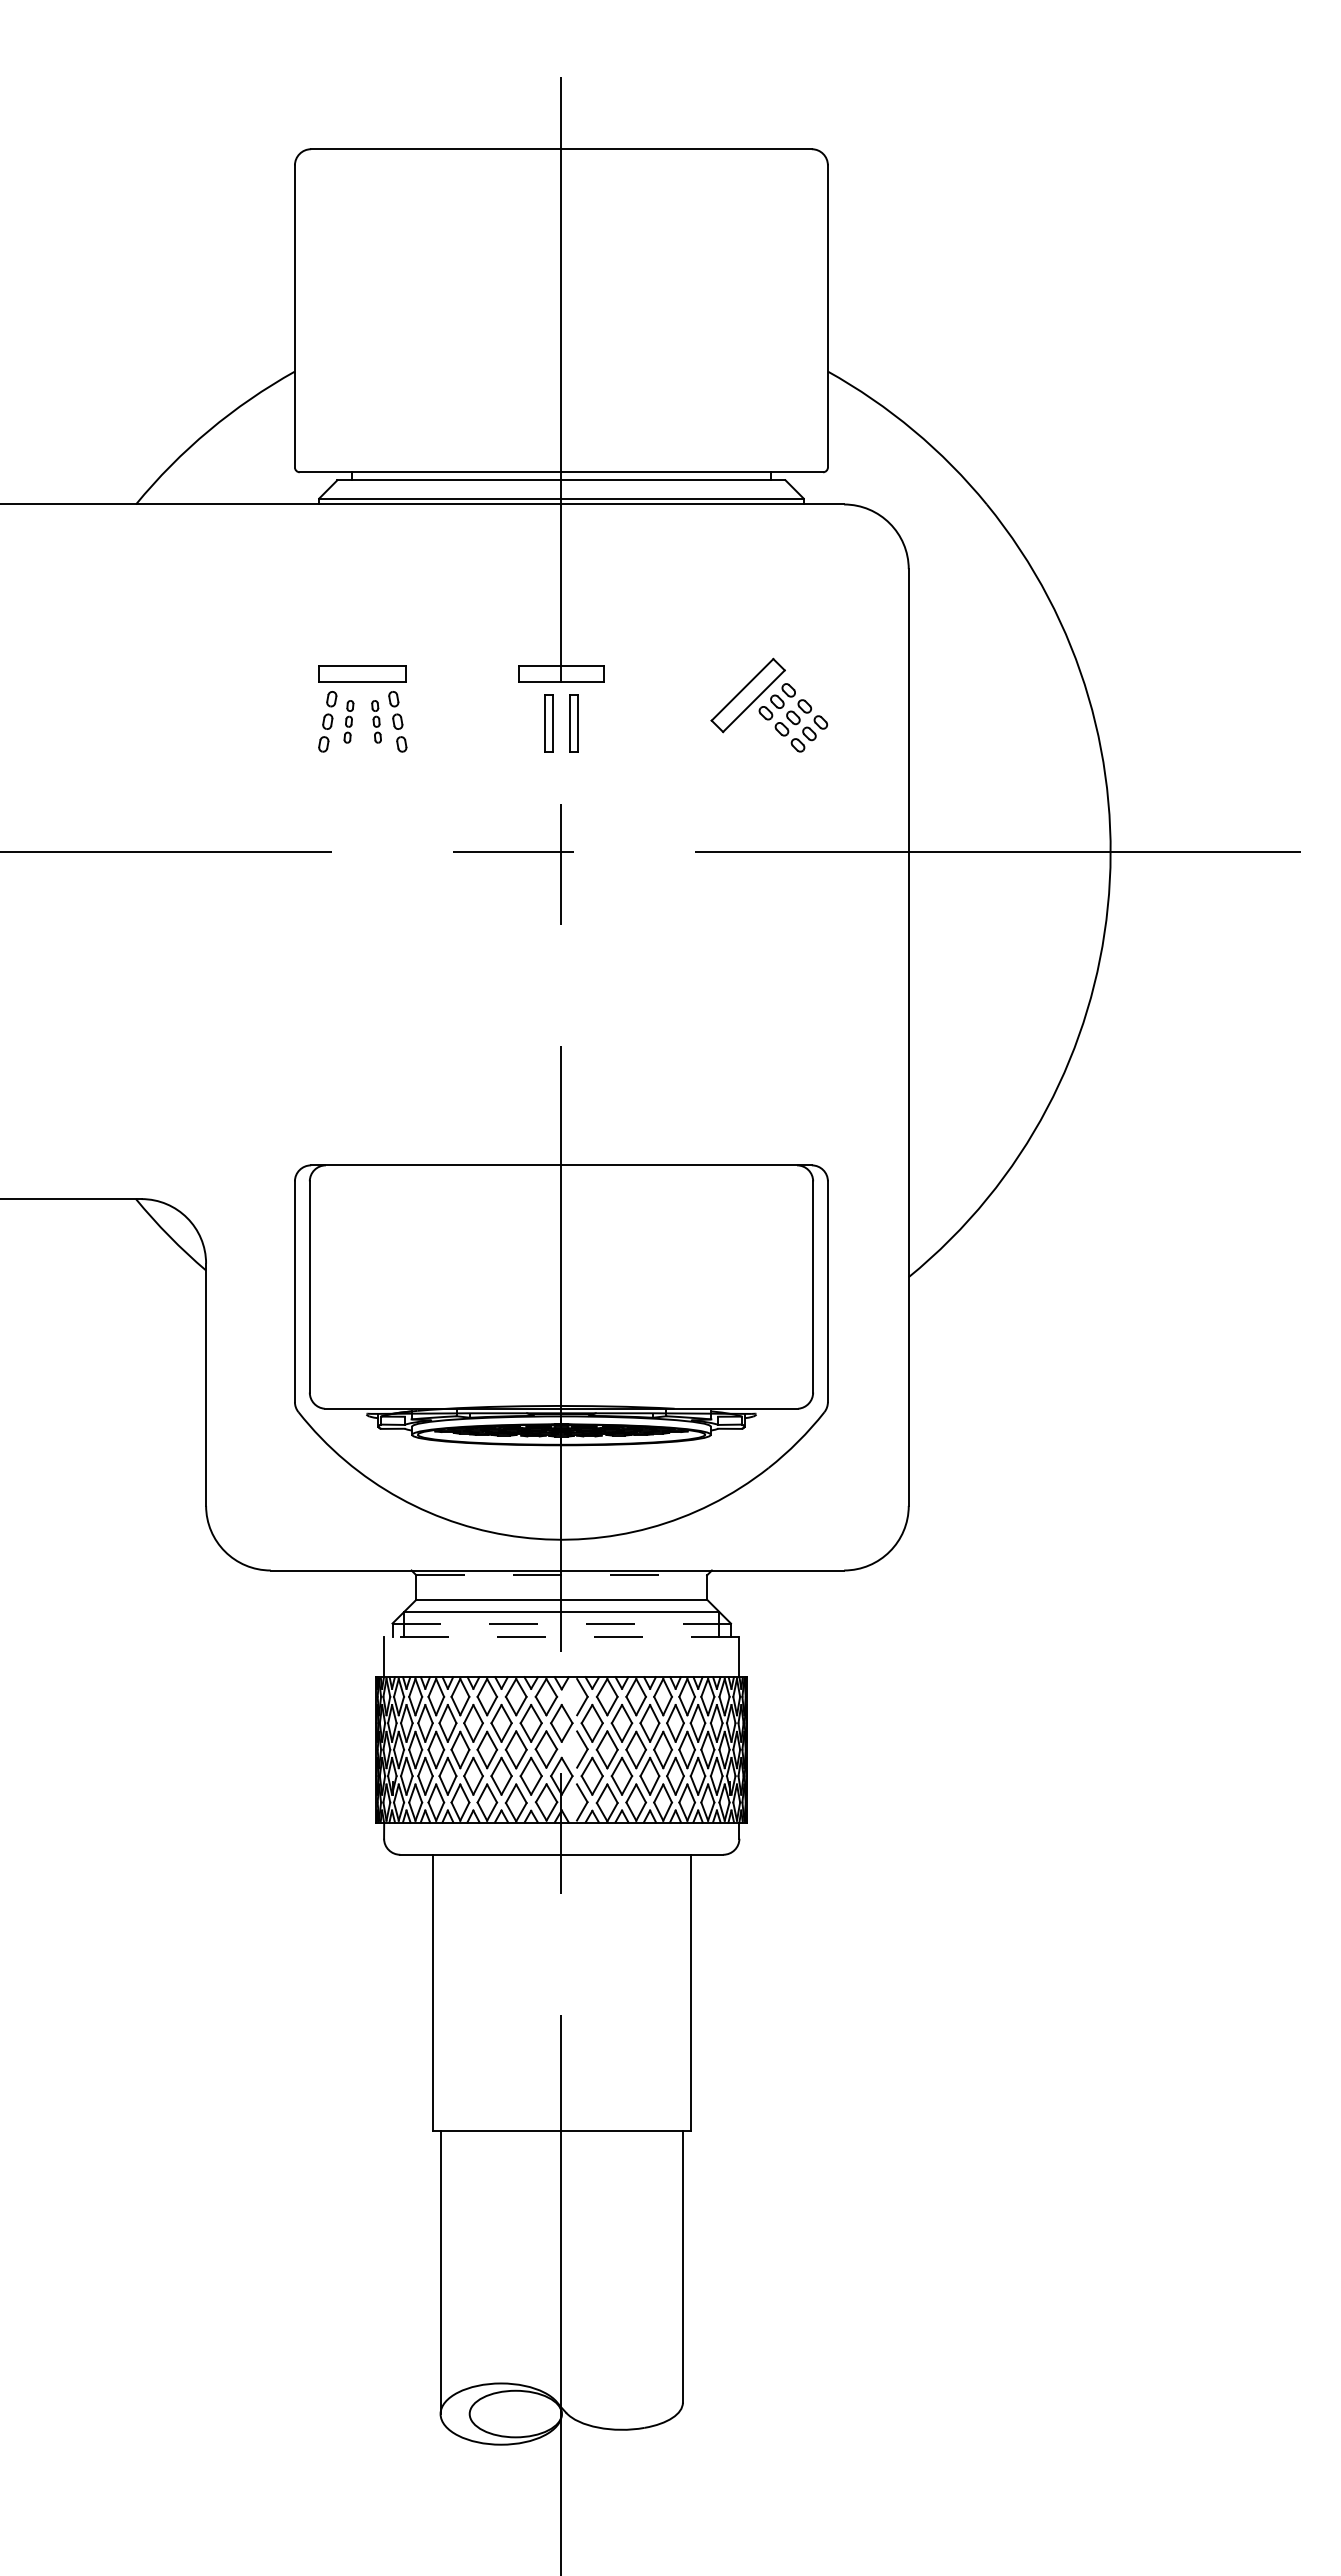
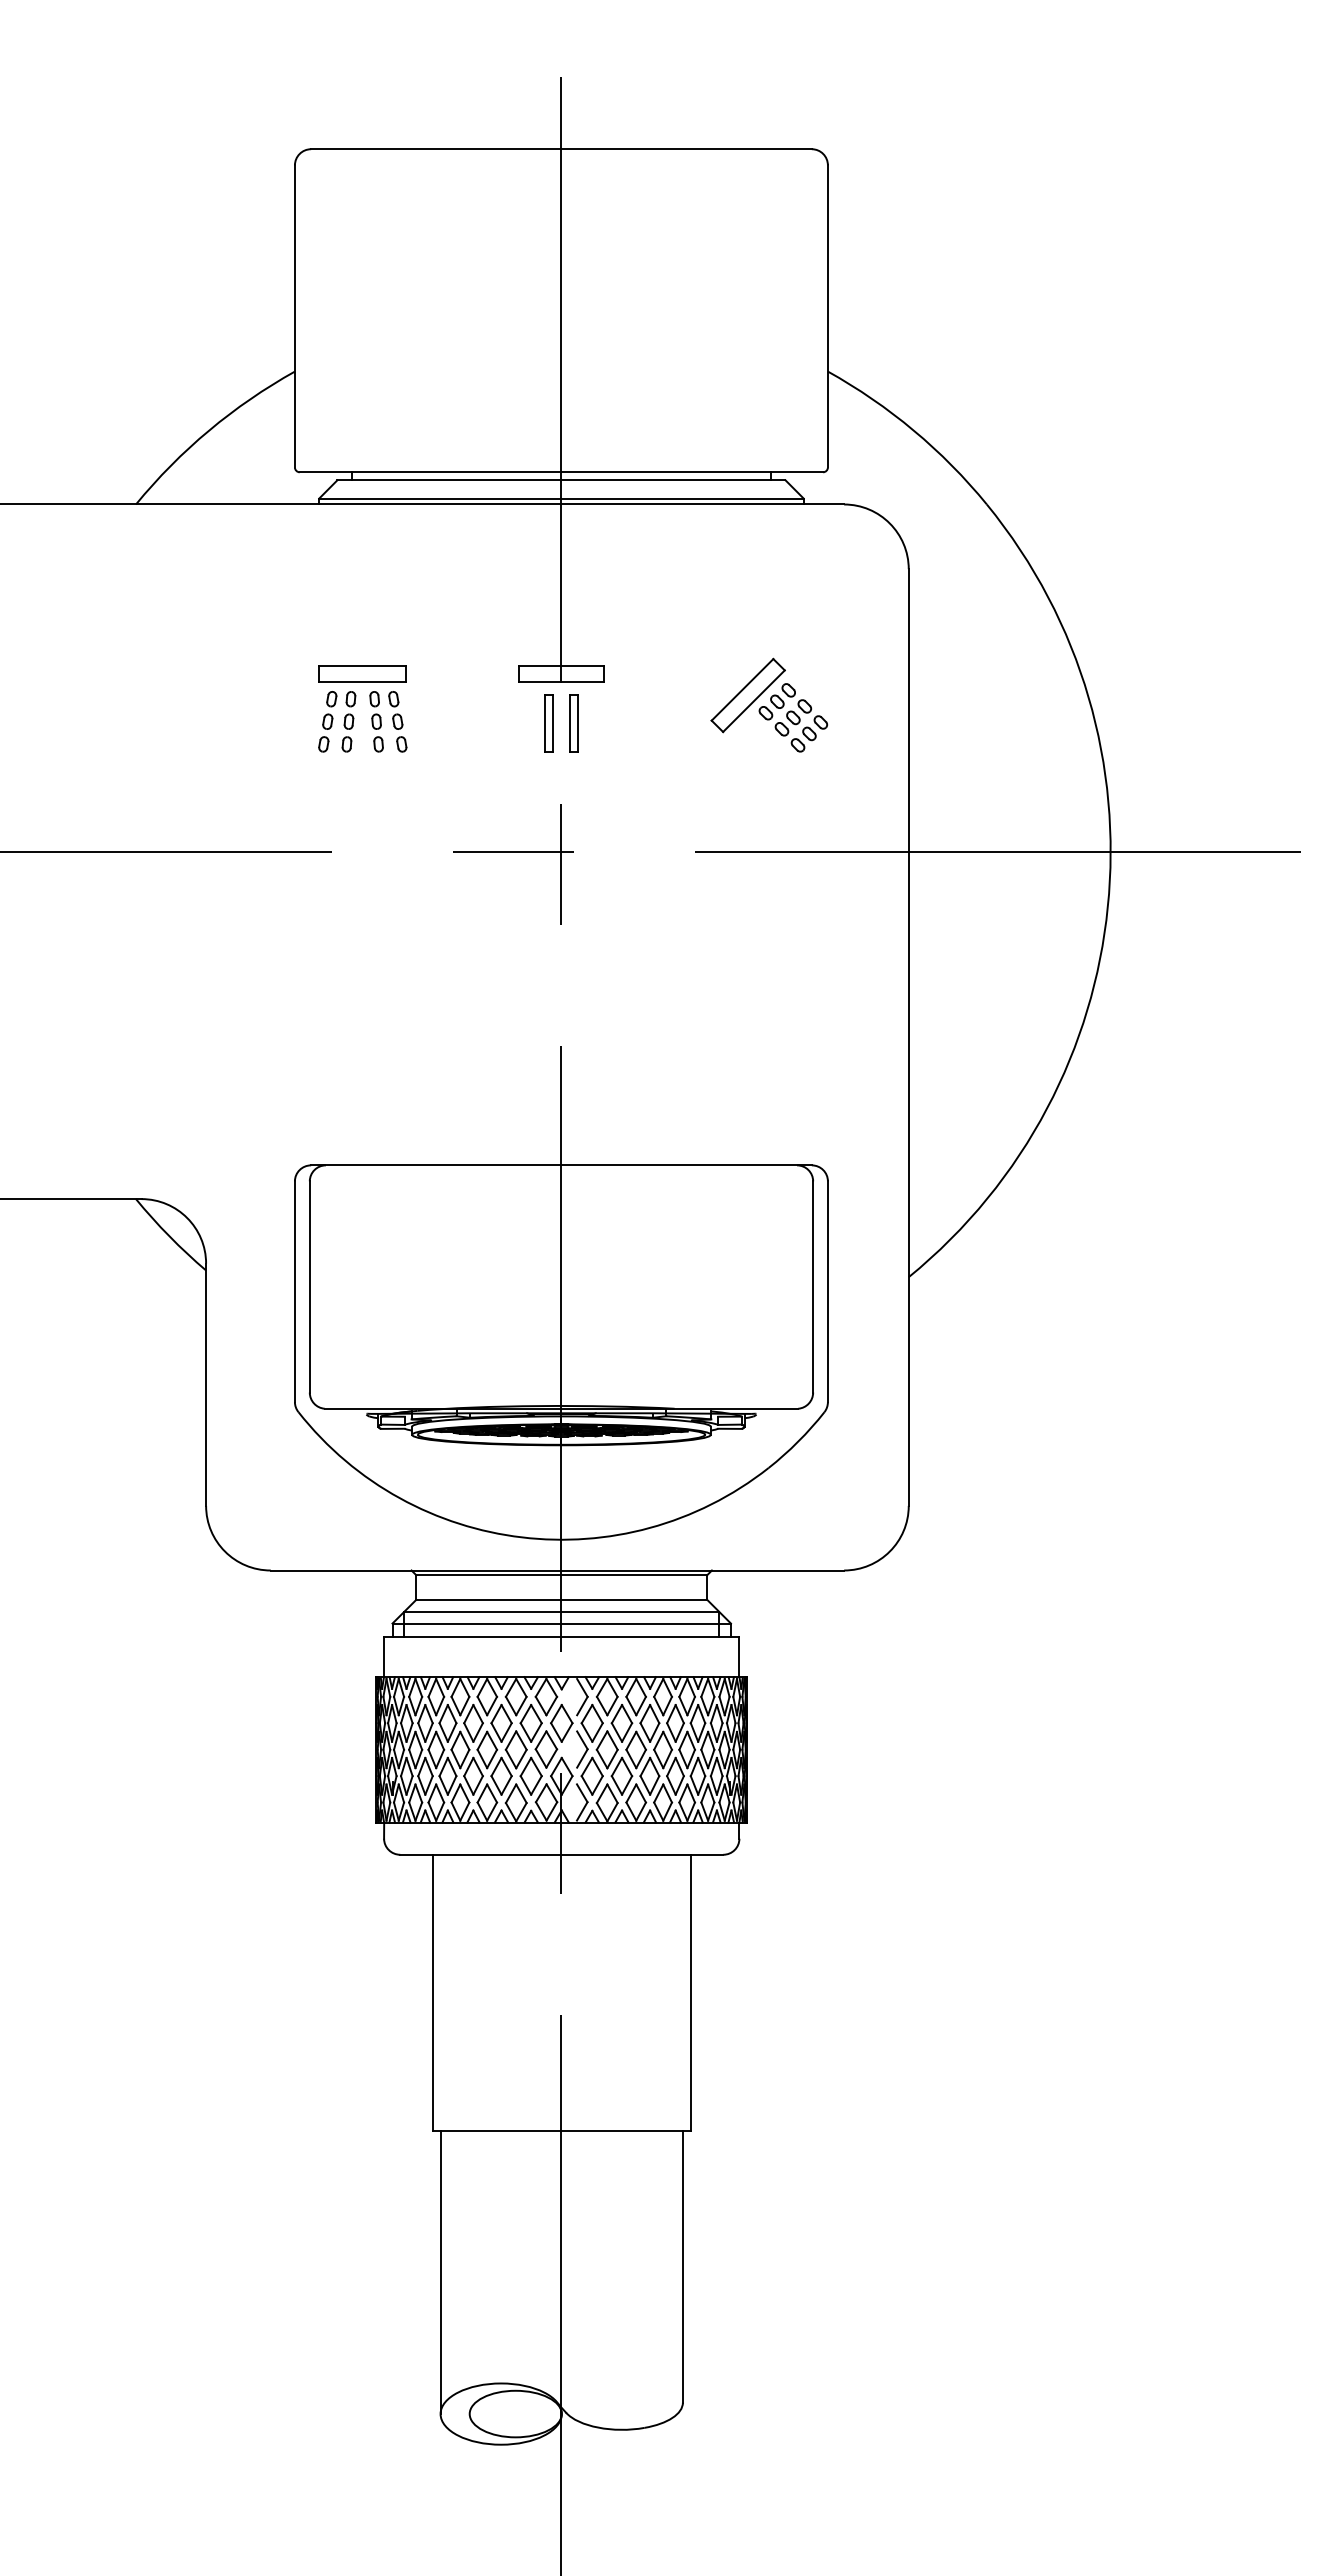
part at (348, 721) size: 12x44 px -> 16x62 px
part at (376, 721) size: 11x44 px -> 15x62 px
line at (562, 1575): dashed -> solid
line at (562, 1623): dashed -> solid
line at (561, 1636): dashed -> solid
